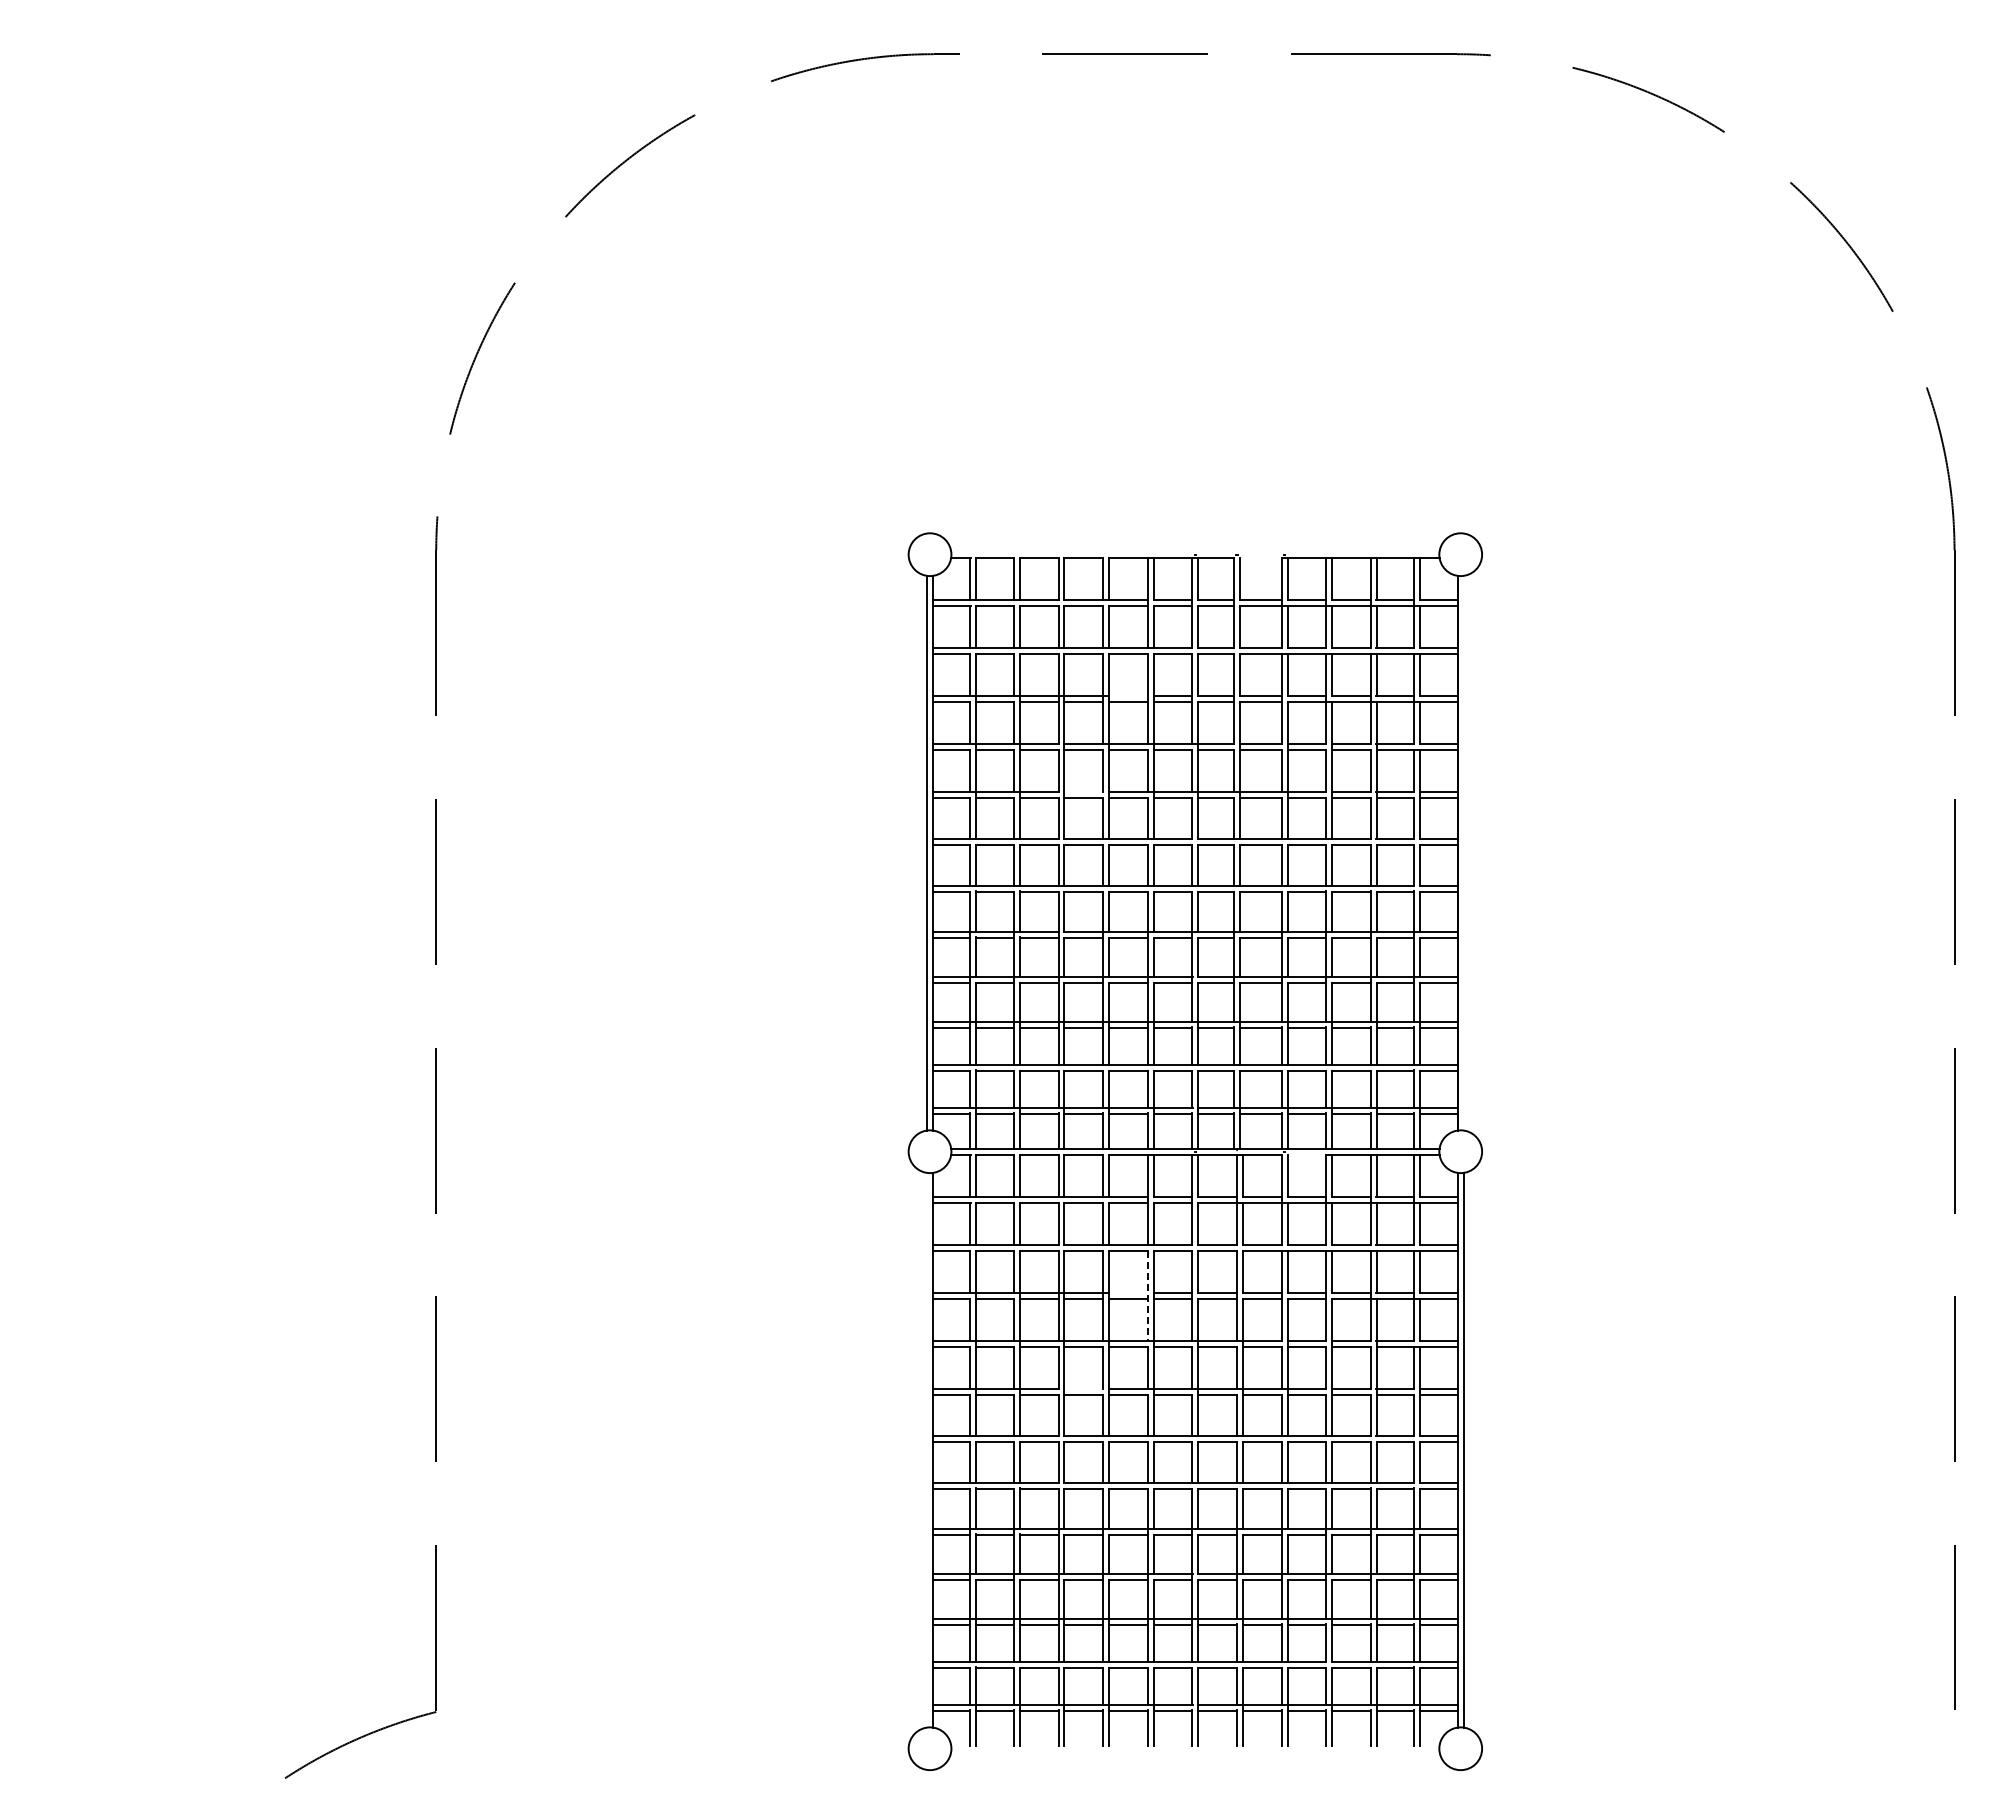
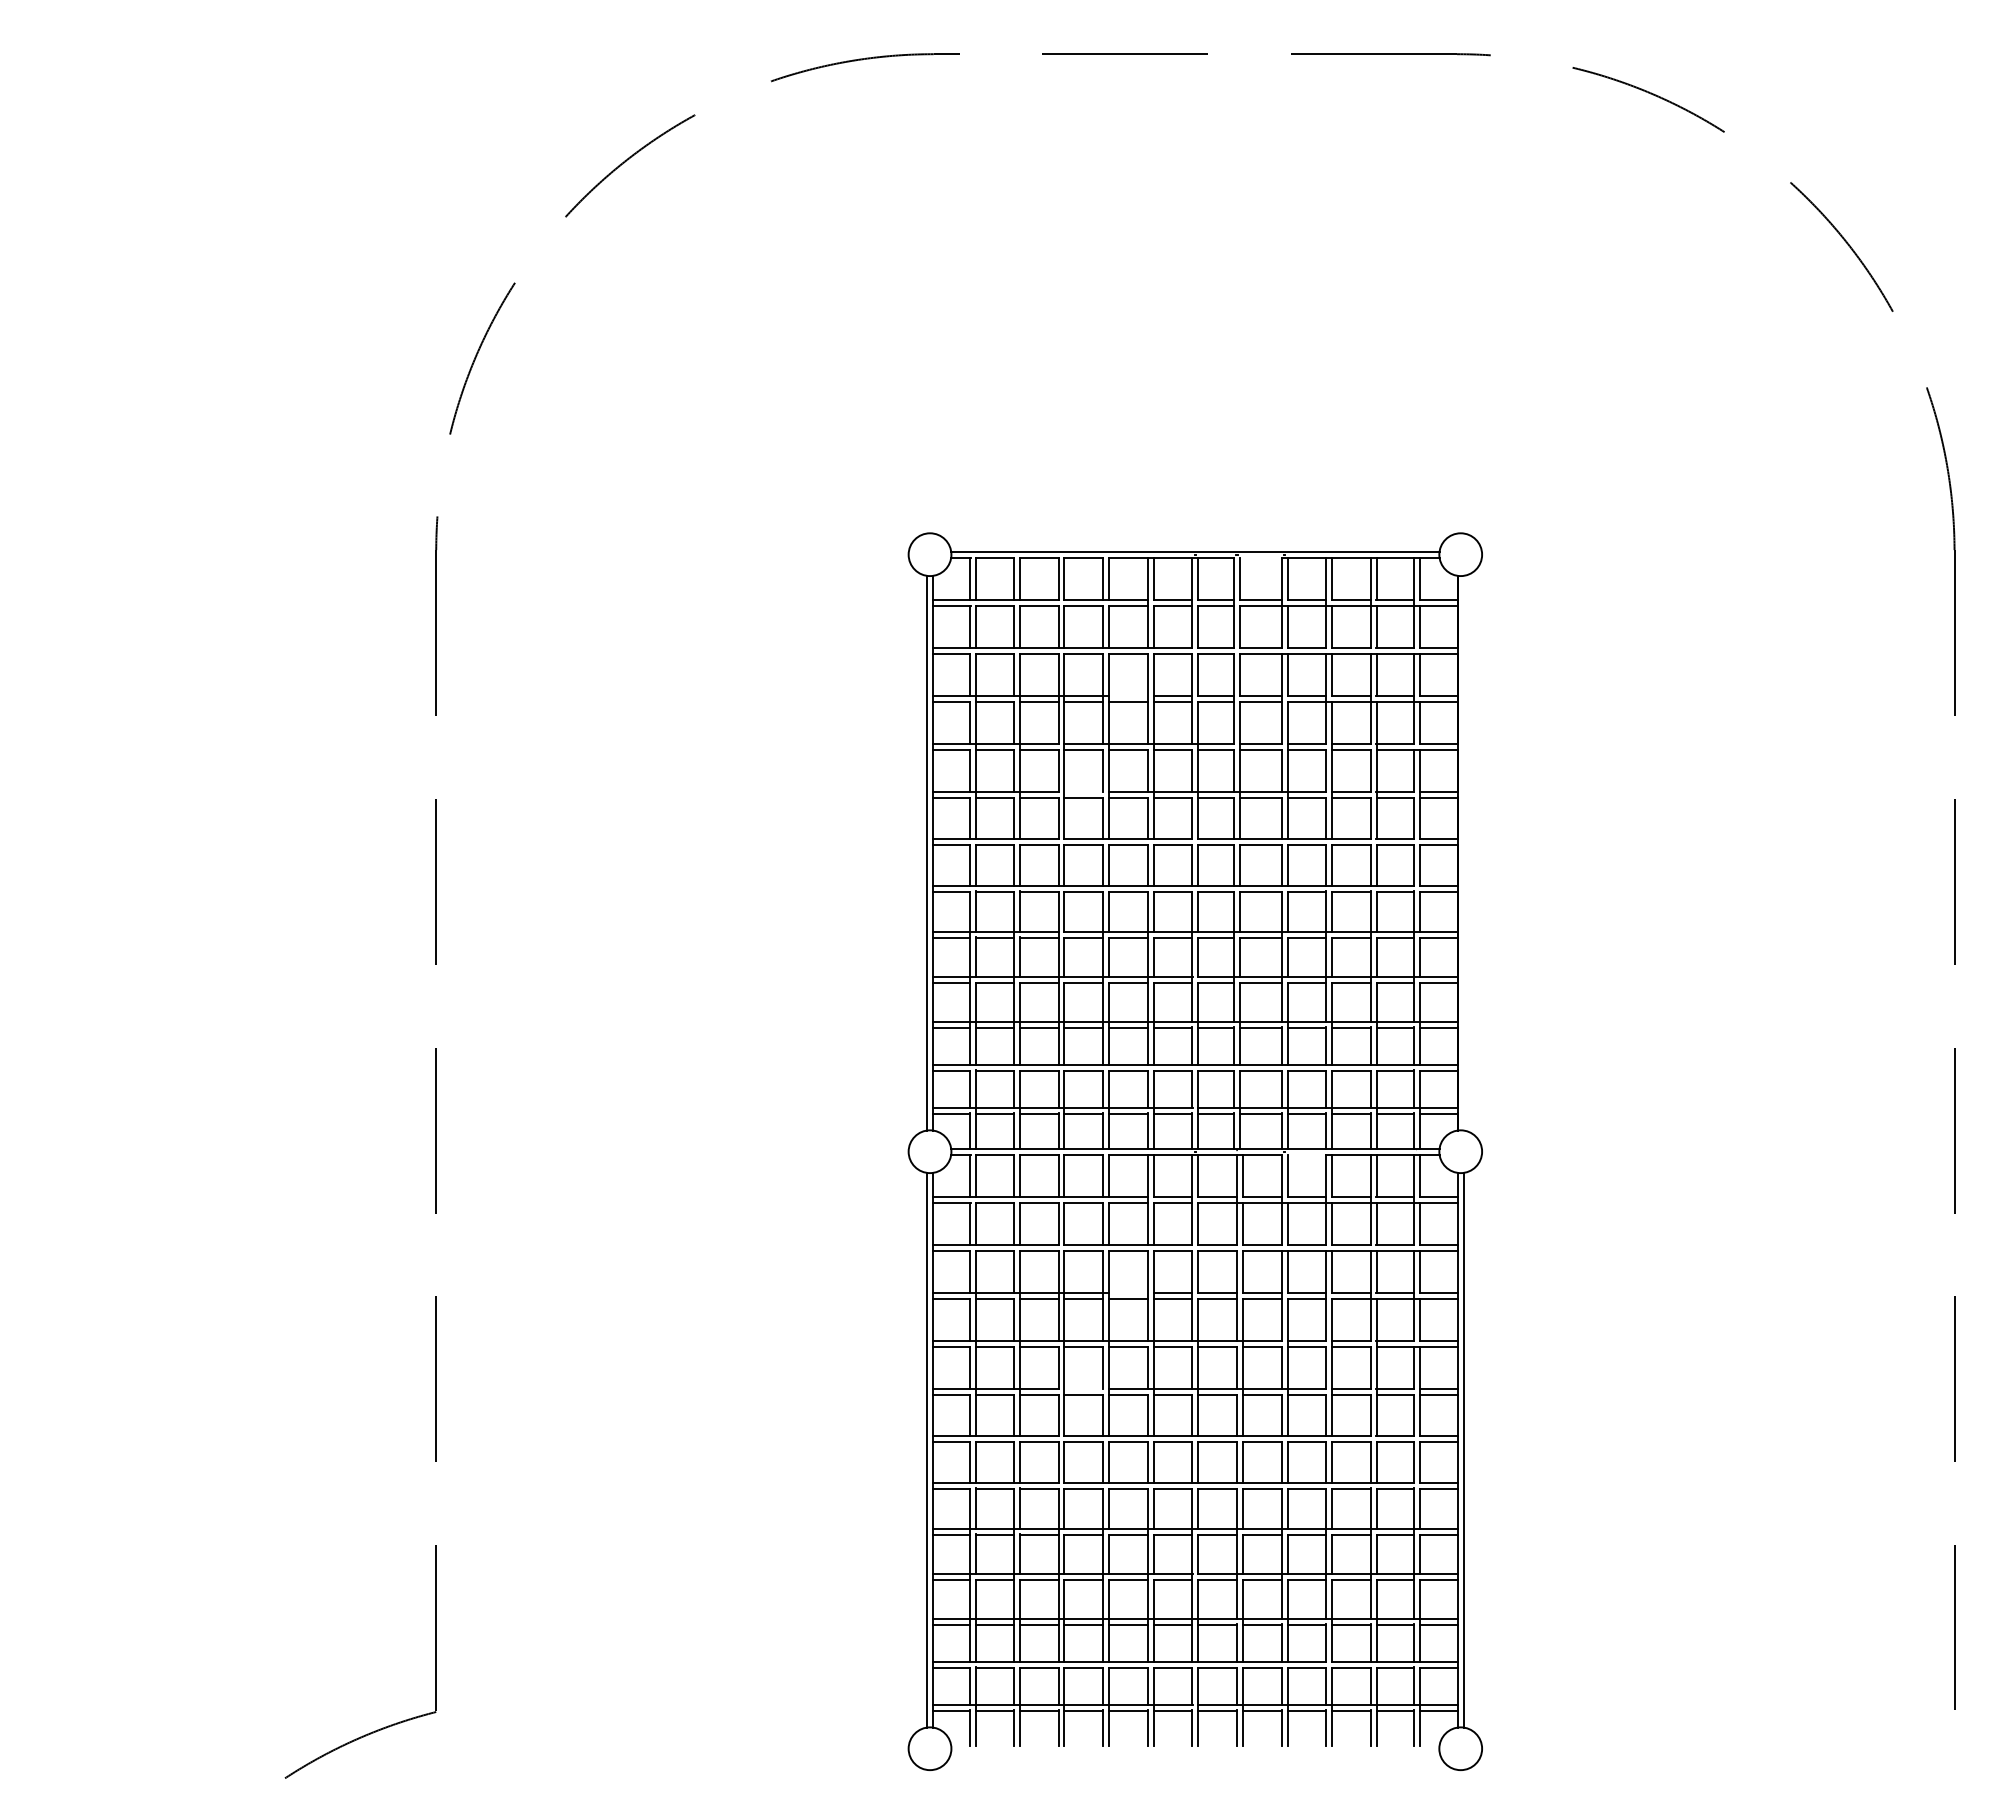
line at (1195, 551): none -> present
line at (1147, 1296): dashed -> solid
line at (927, 1449): none -> present
